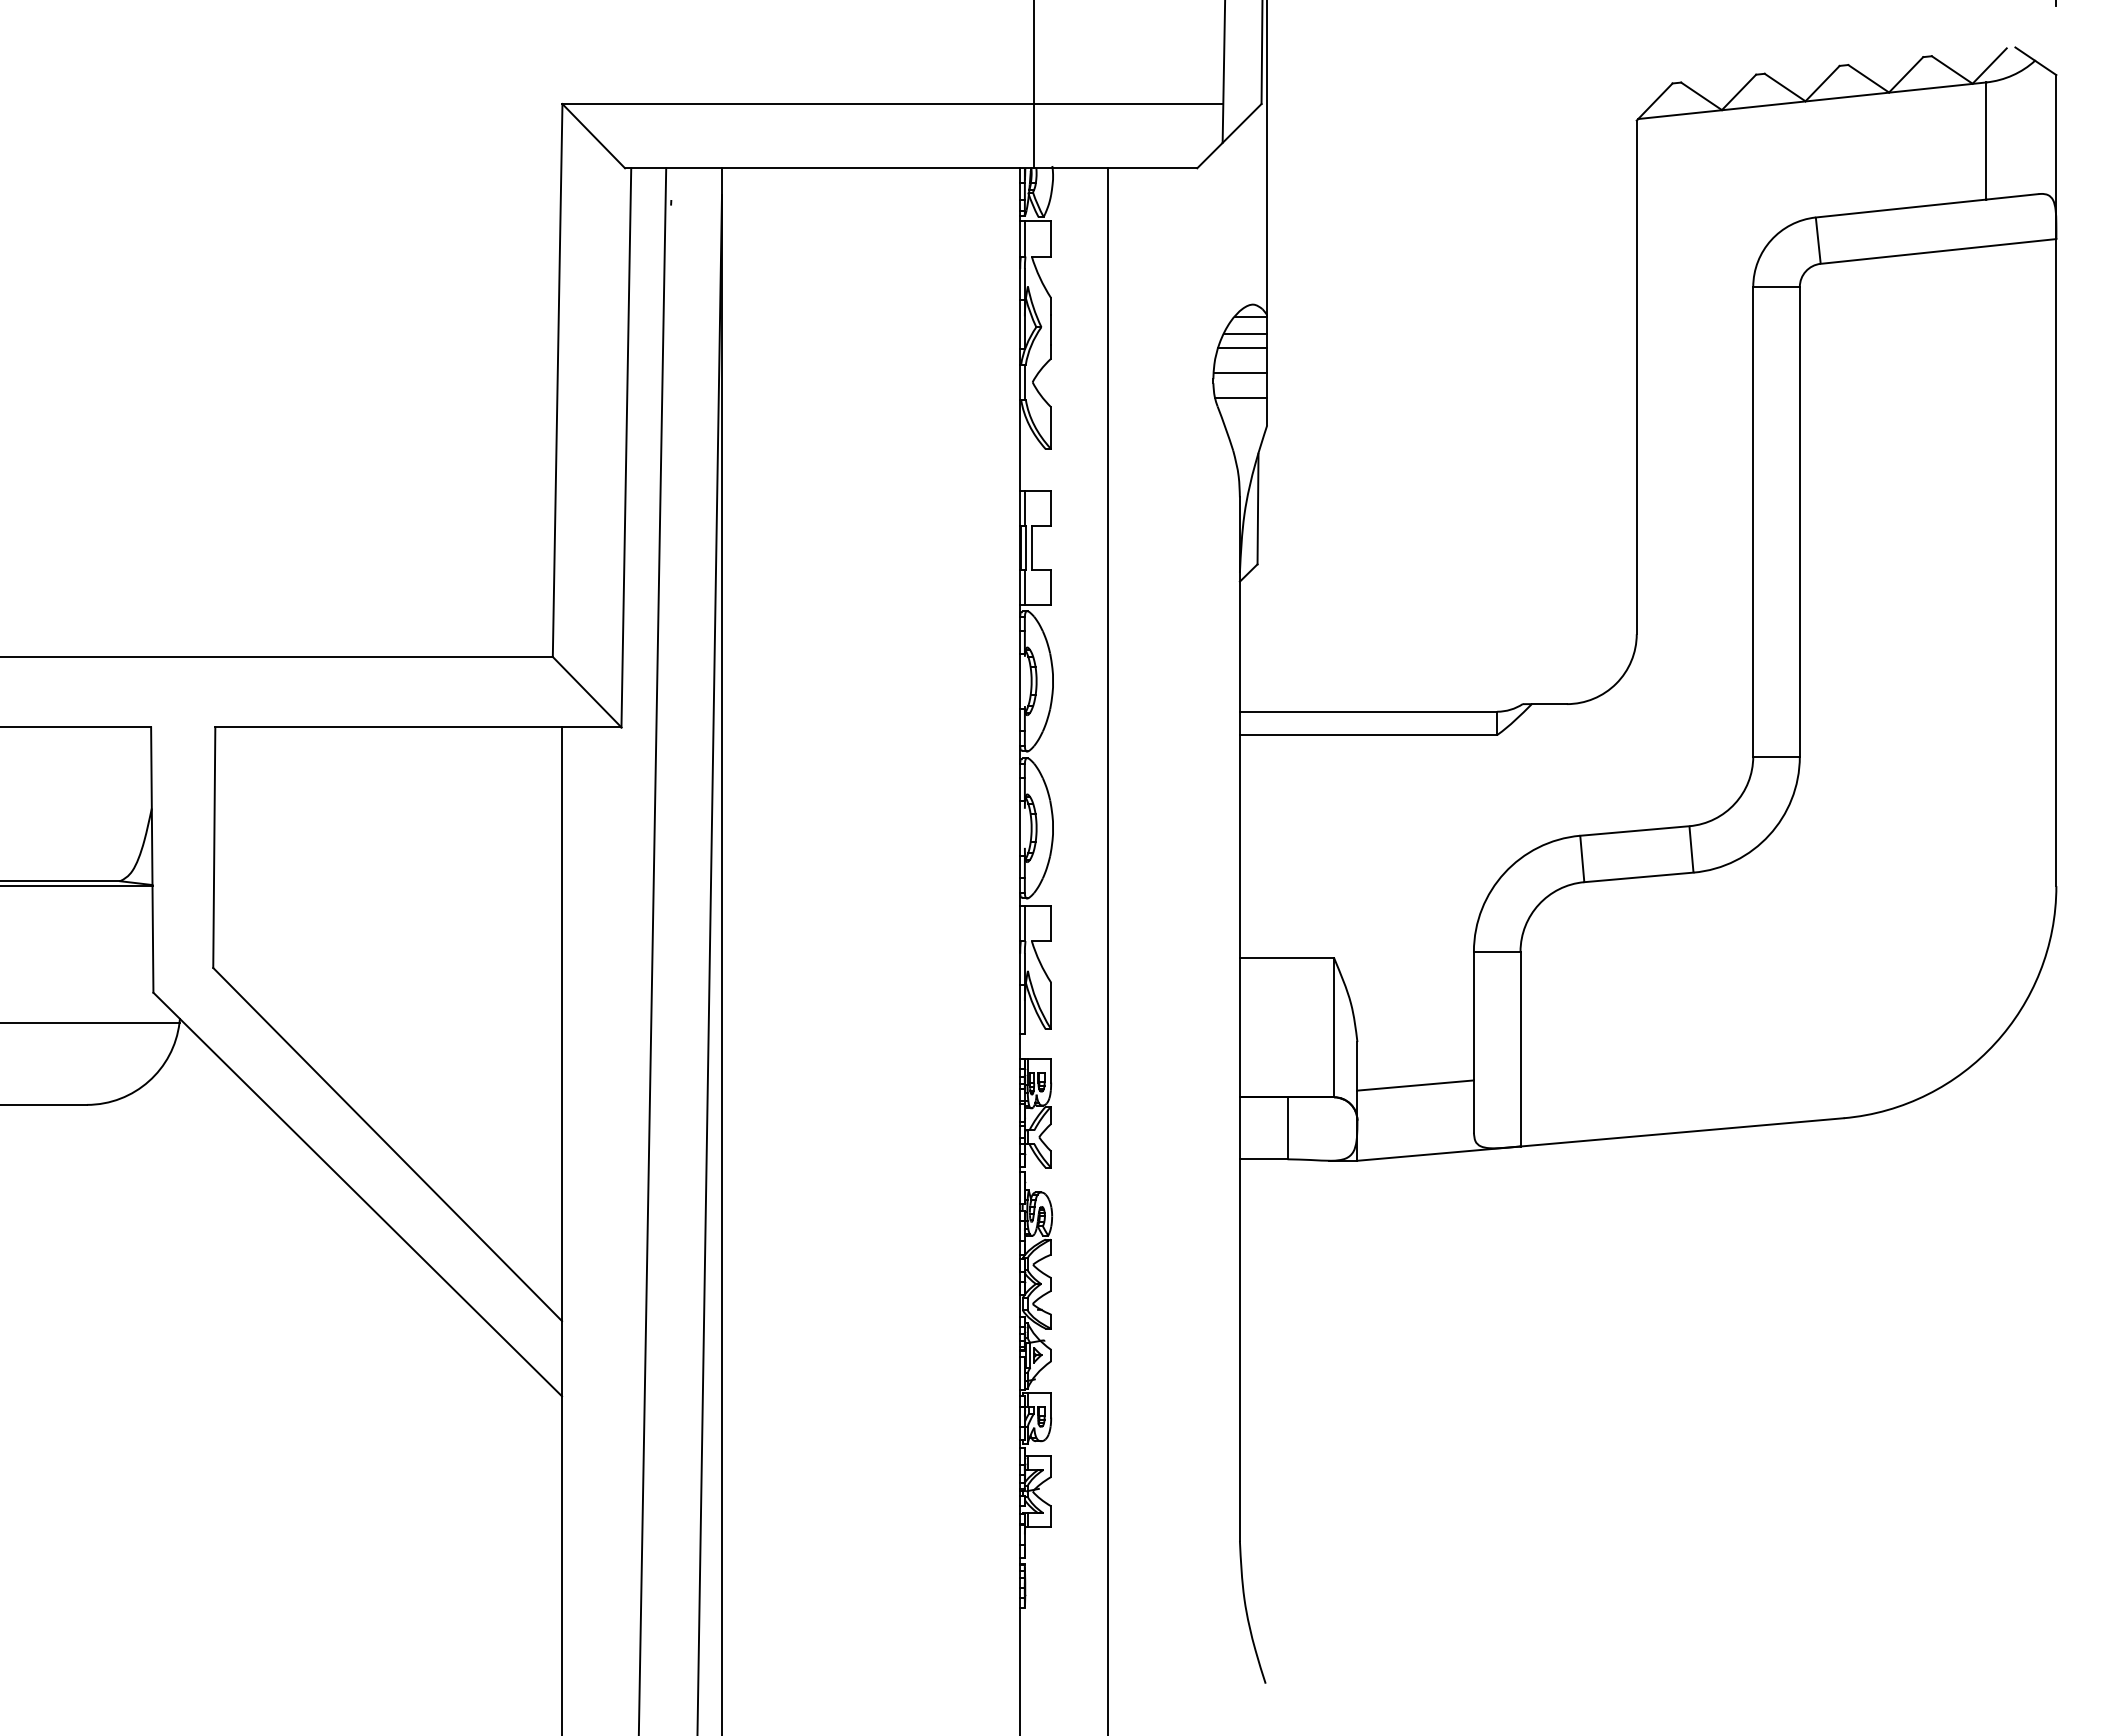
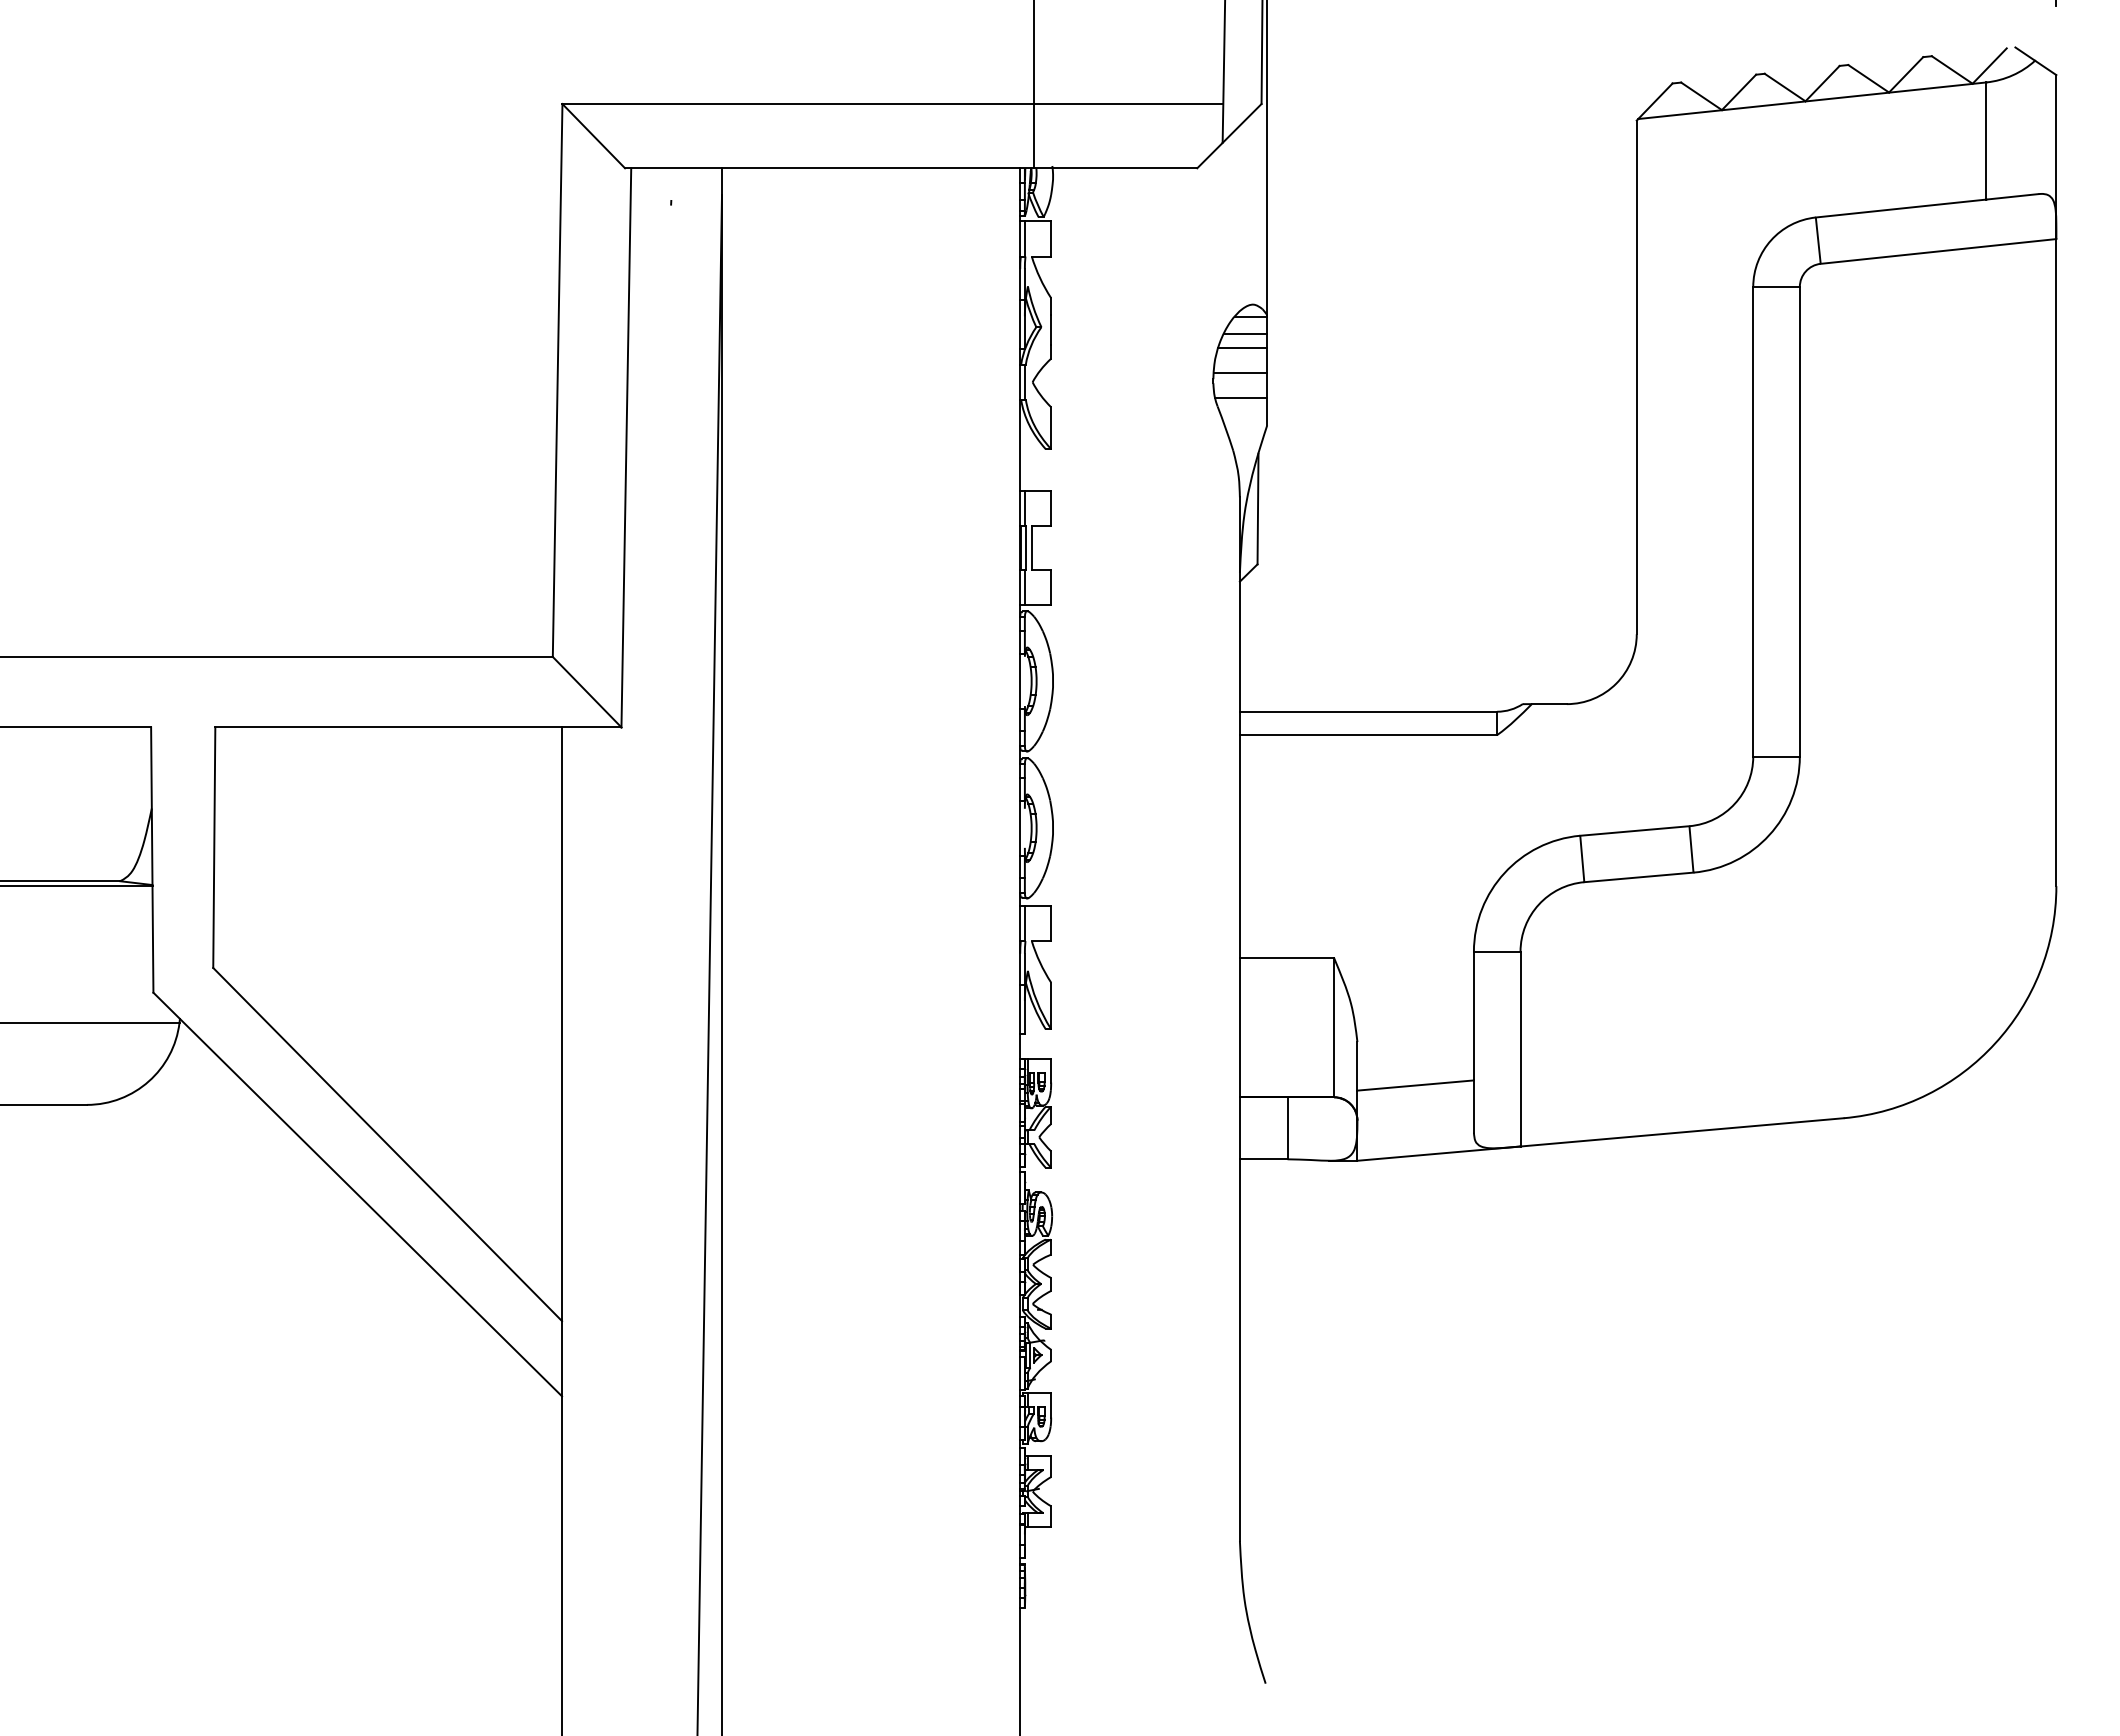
line at (652, 950): present -> none
line at (1108, 950): present -> none
